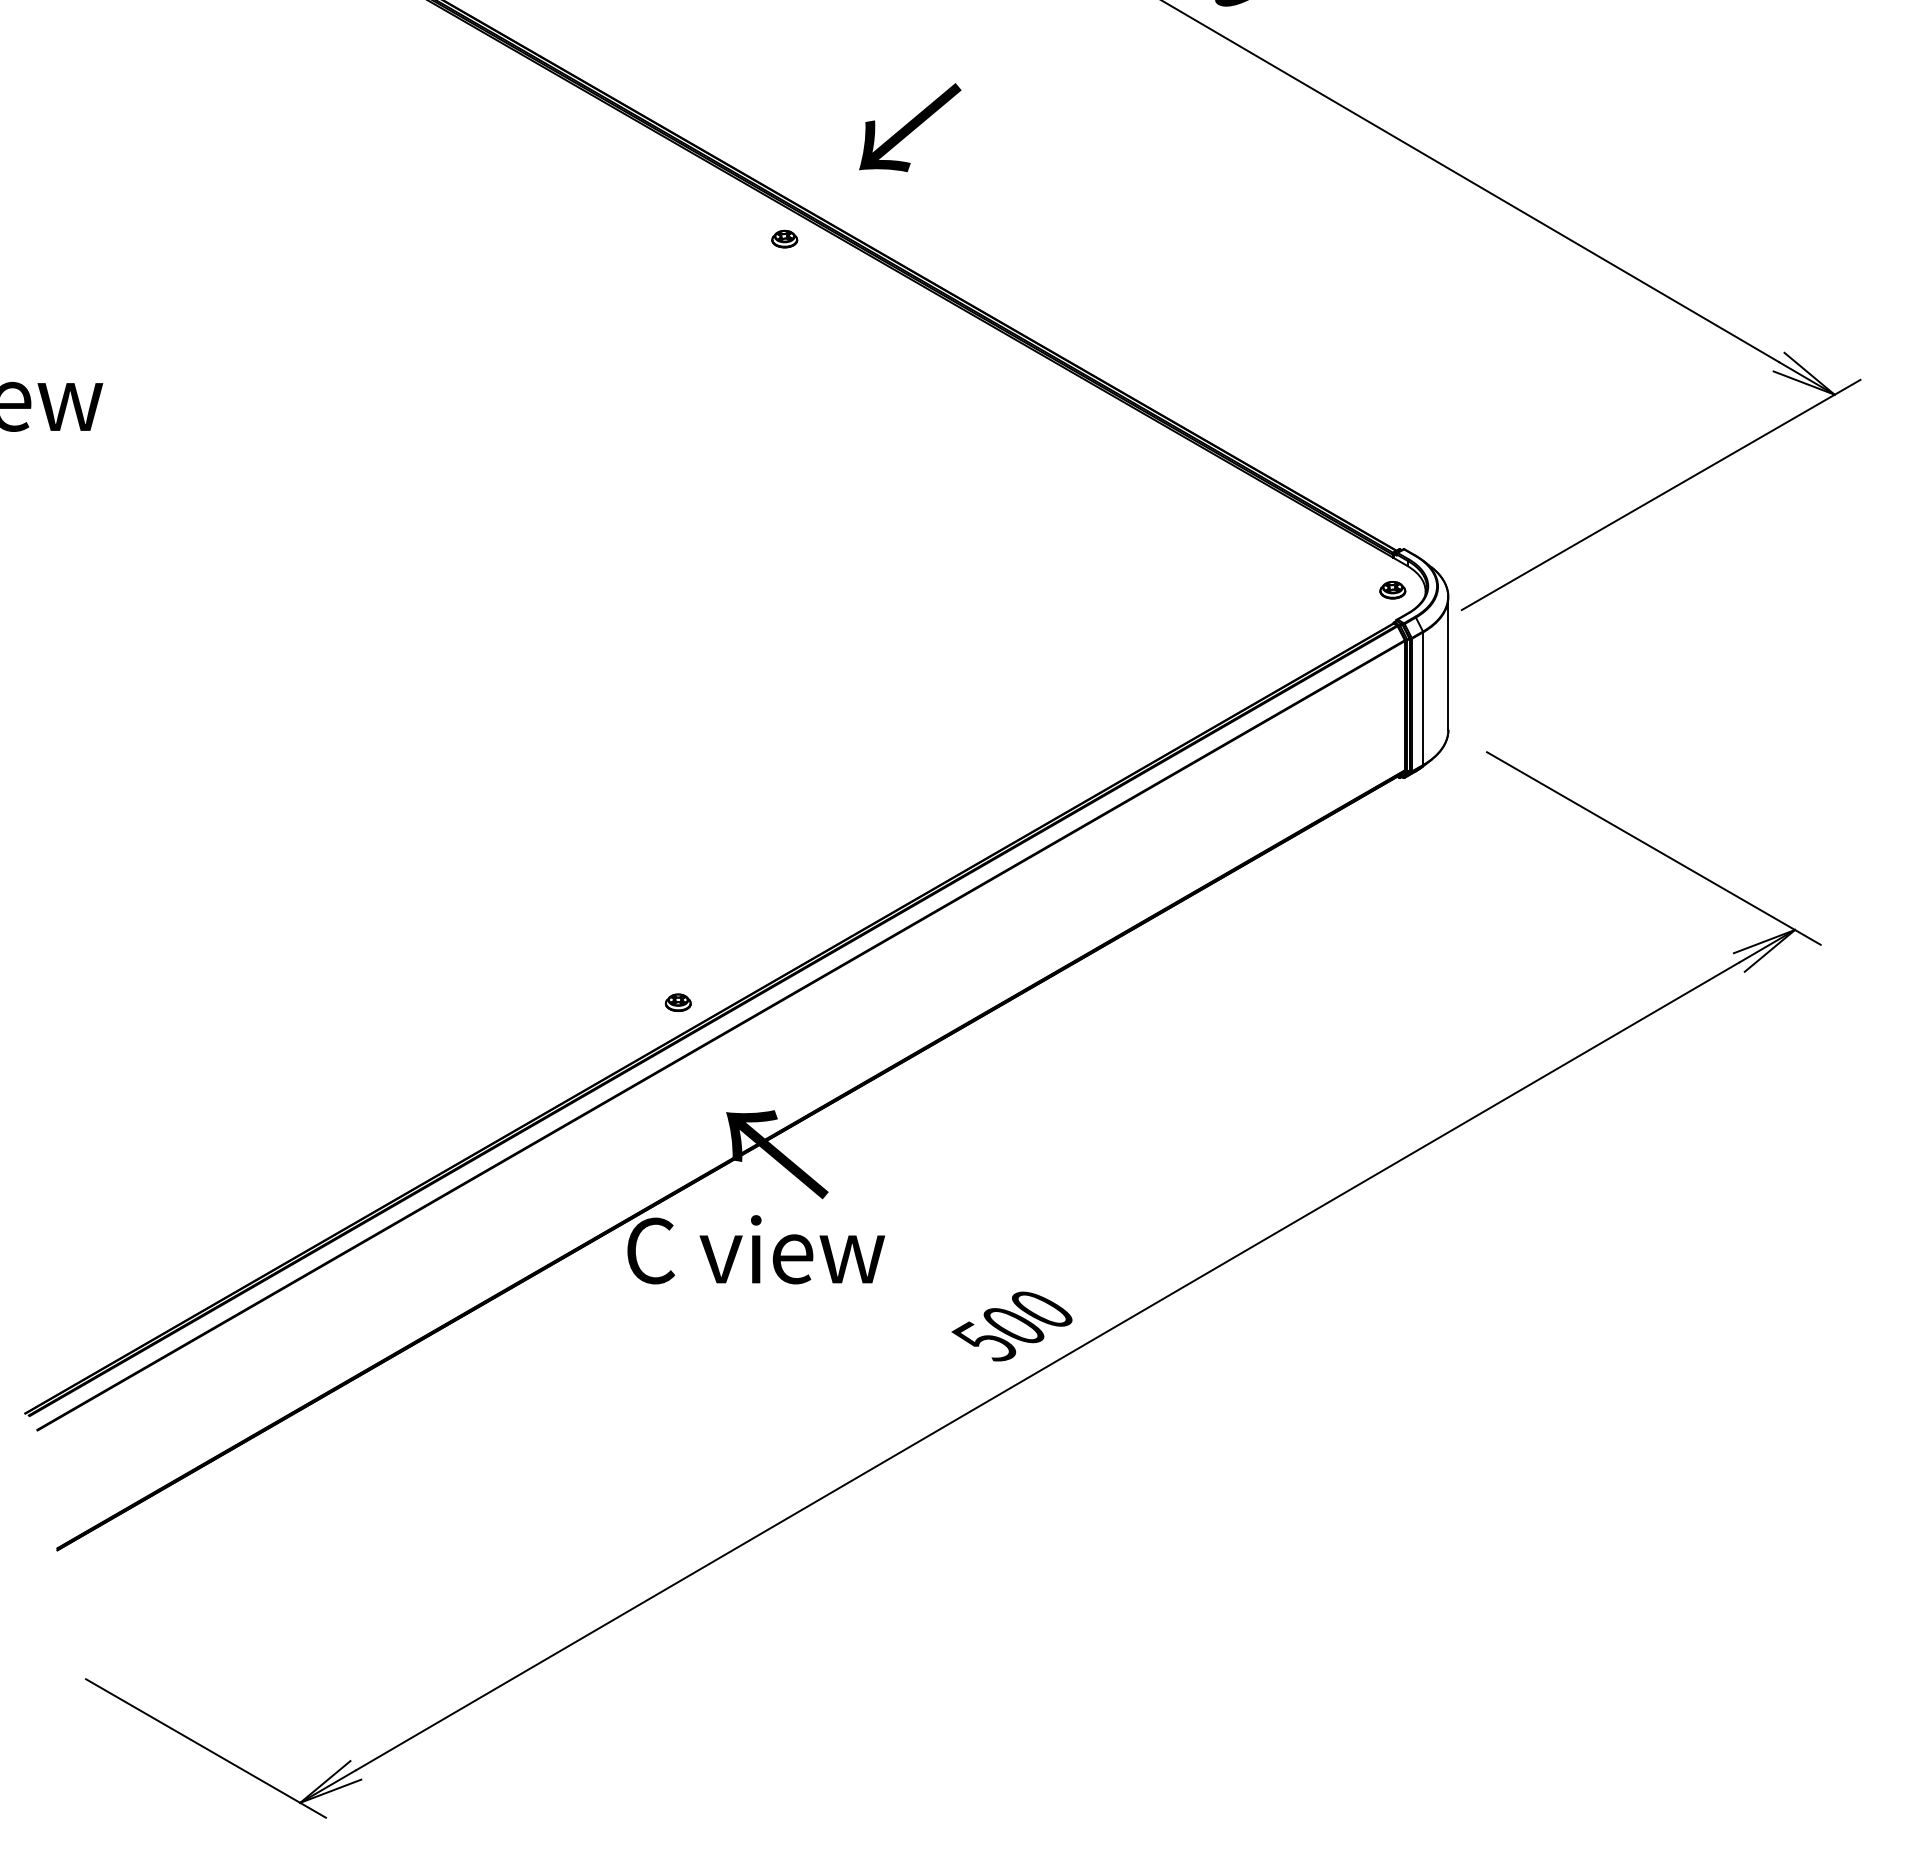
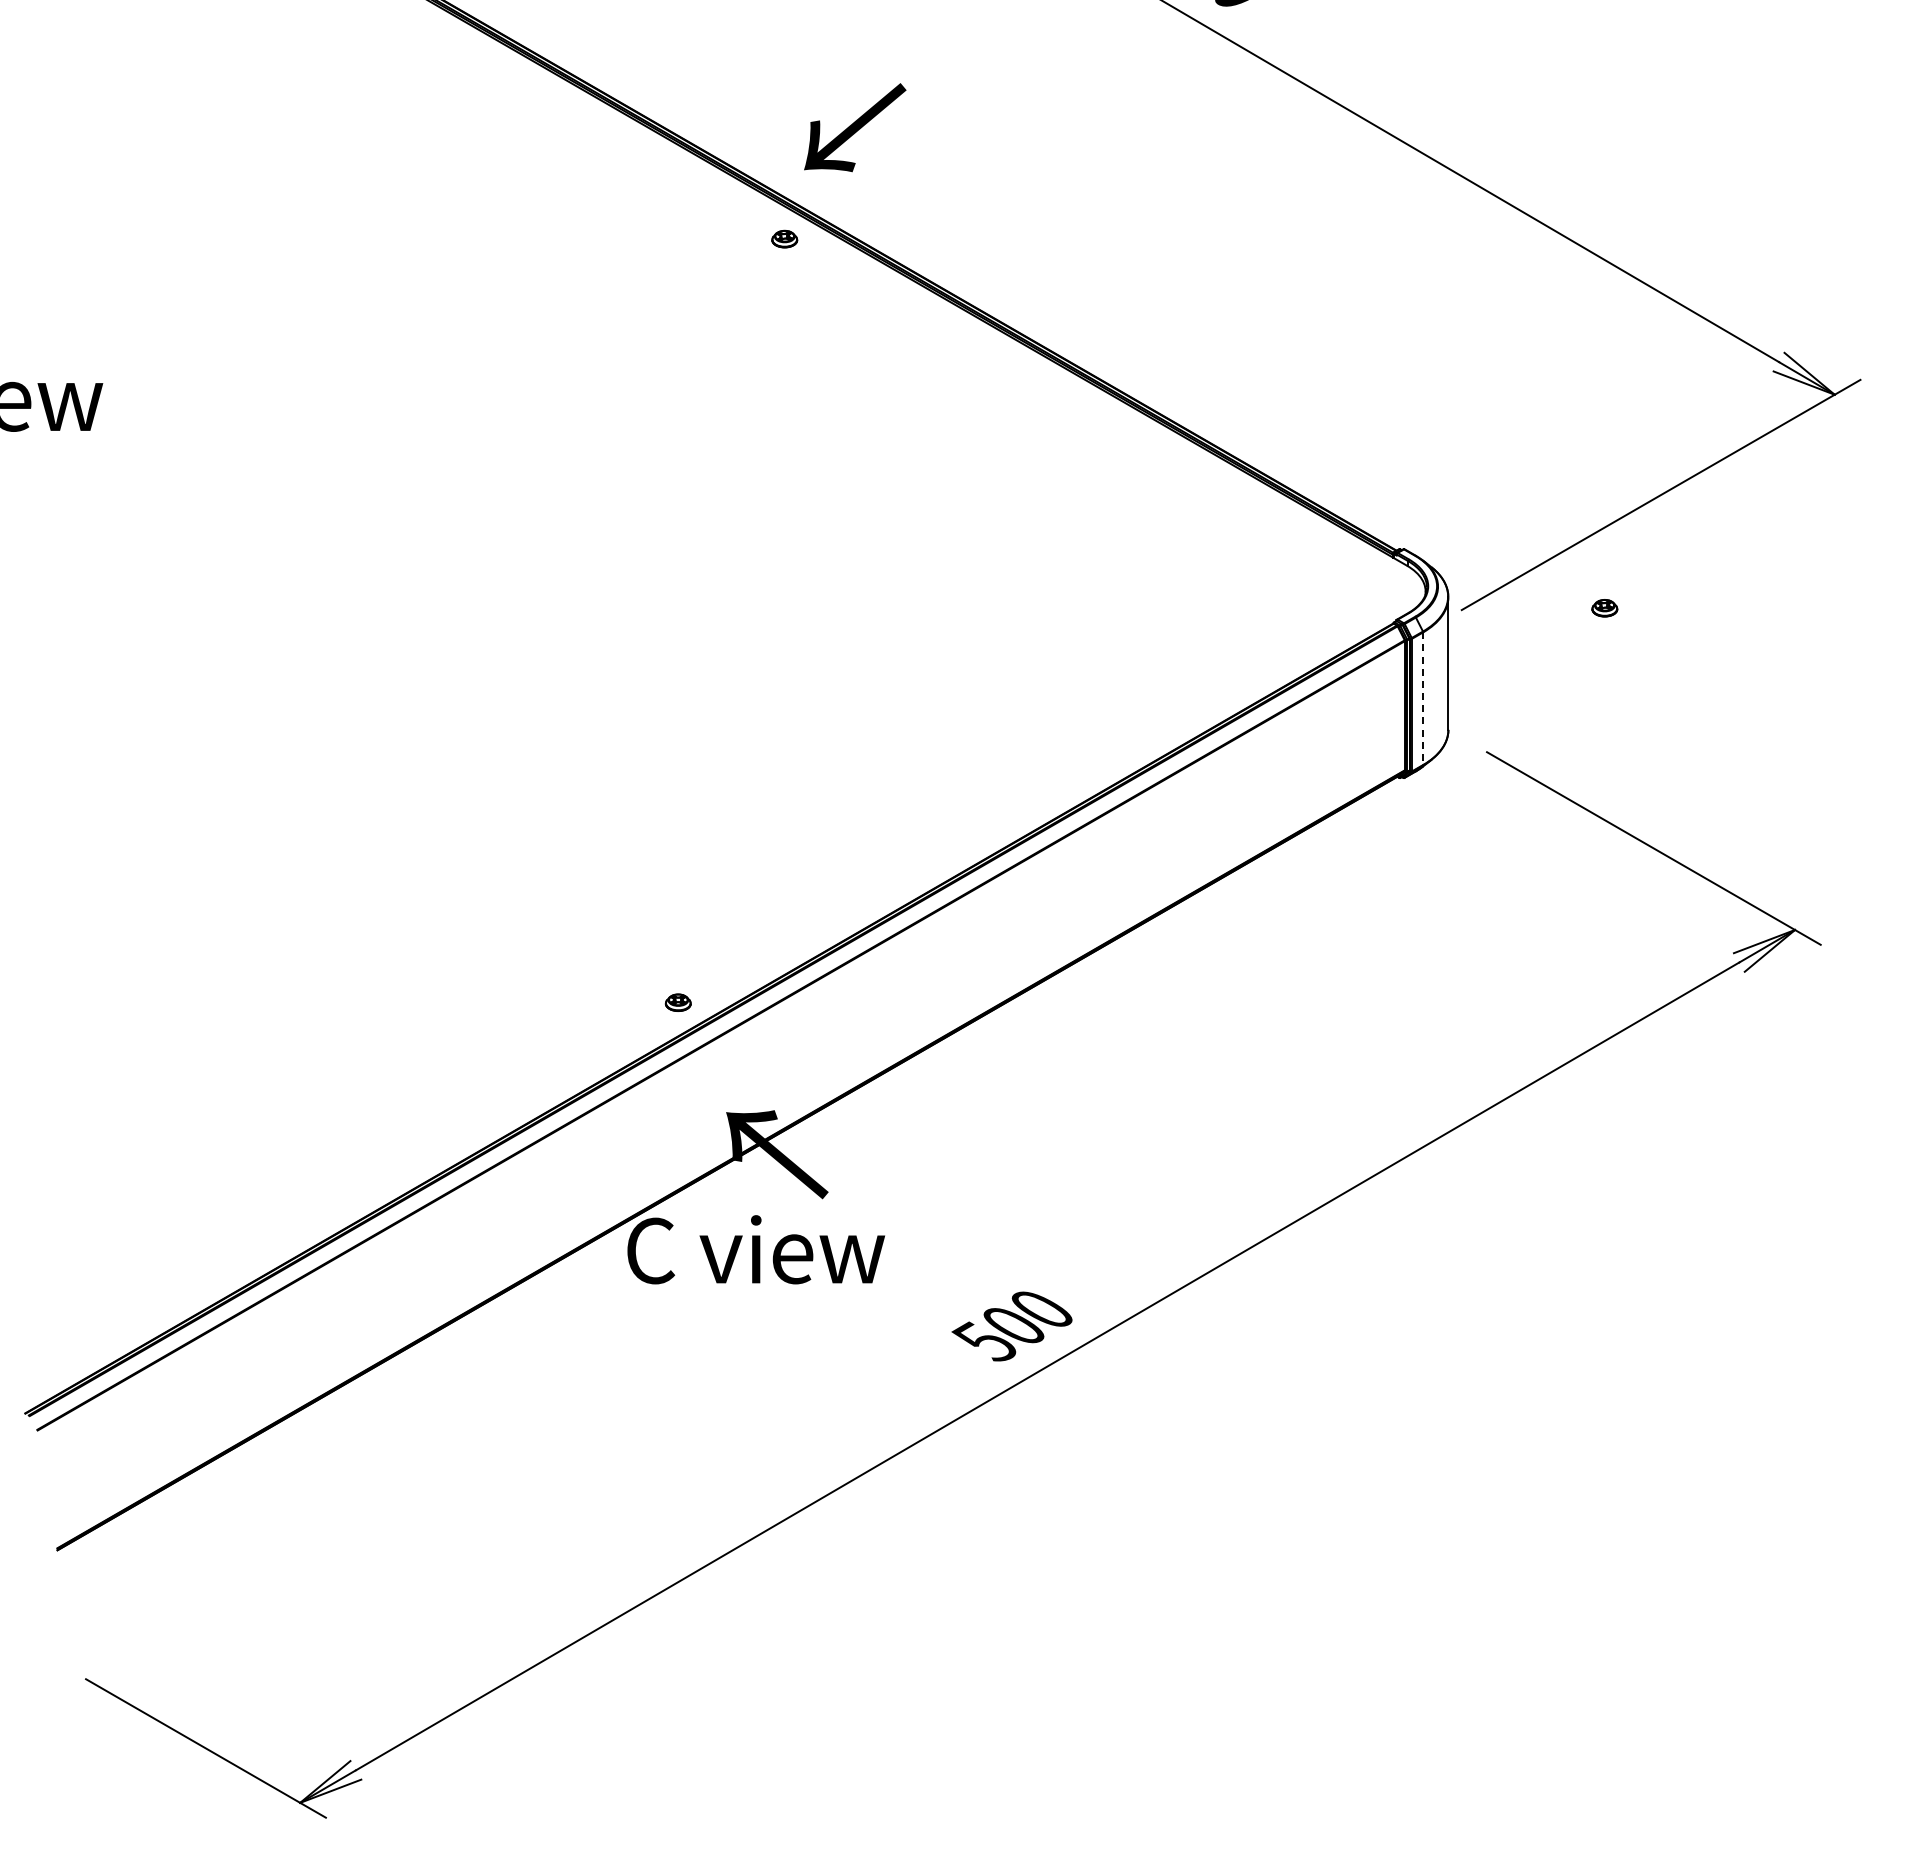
text at (910, 127) position: (910, 127) -> (855, 127)
part at (1392, 590) position: (1392, 590) -> (1604, 608)
line at (1423, 699): solid -> dashed
